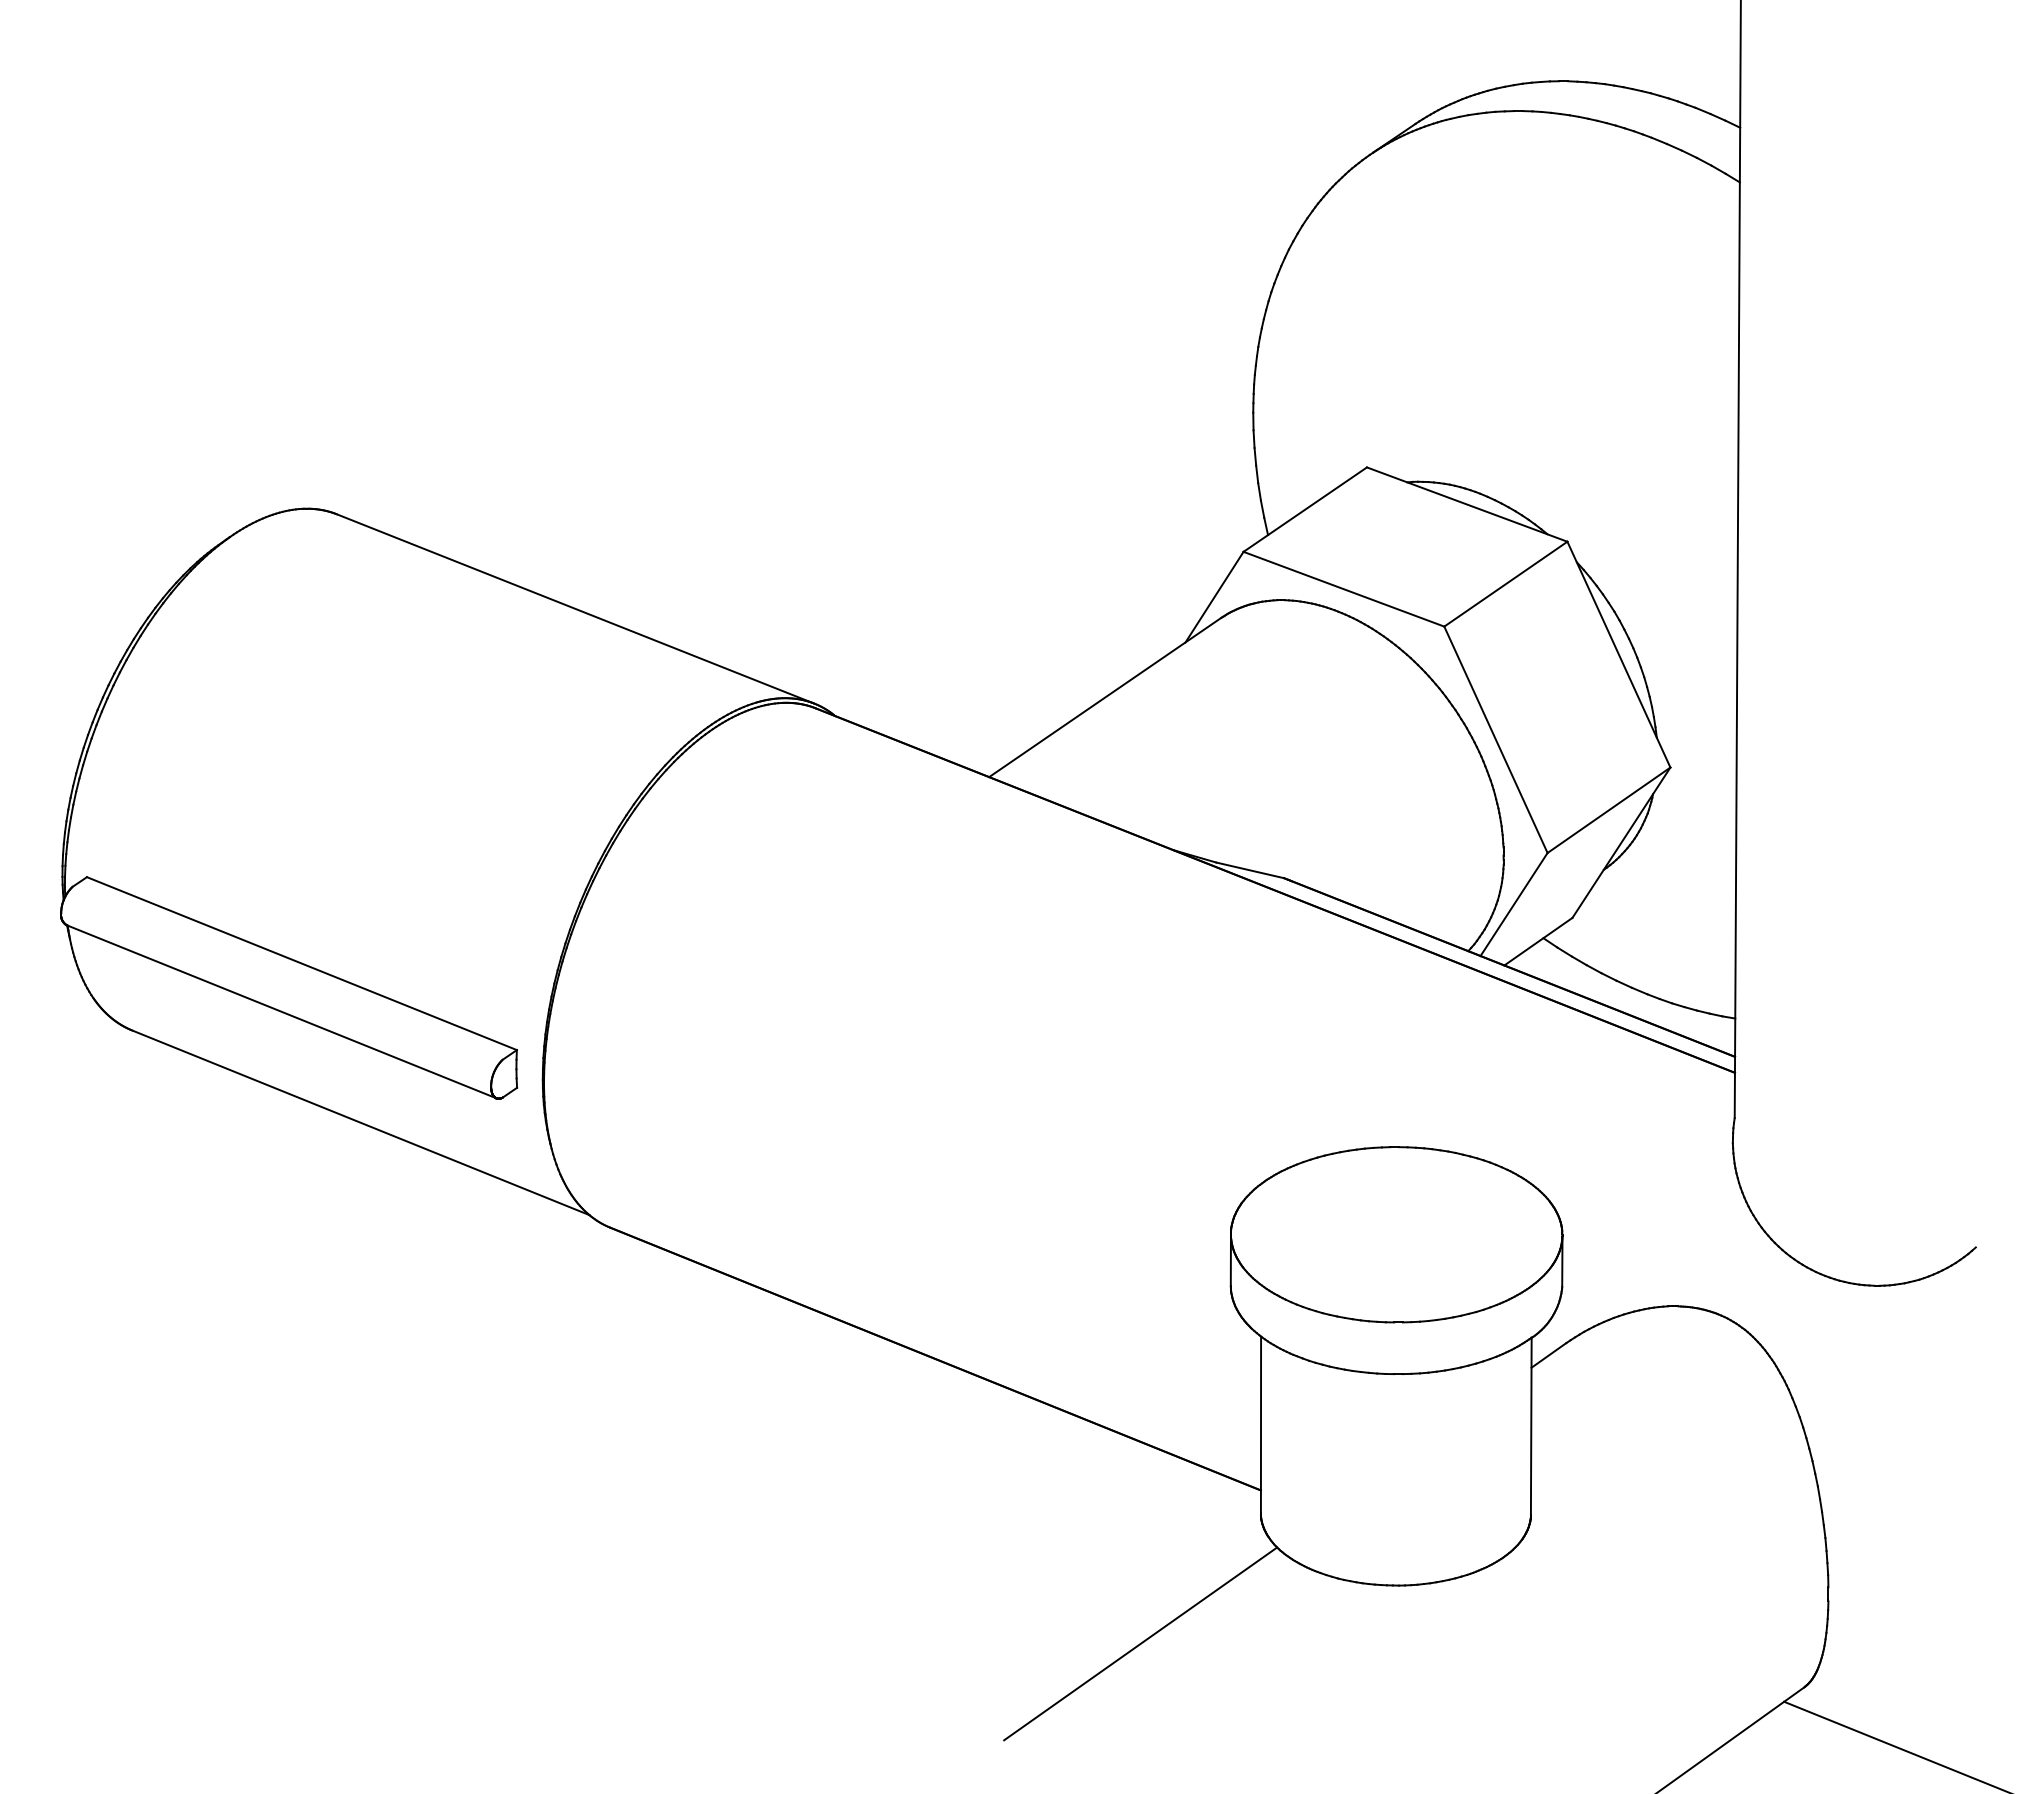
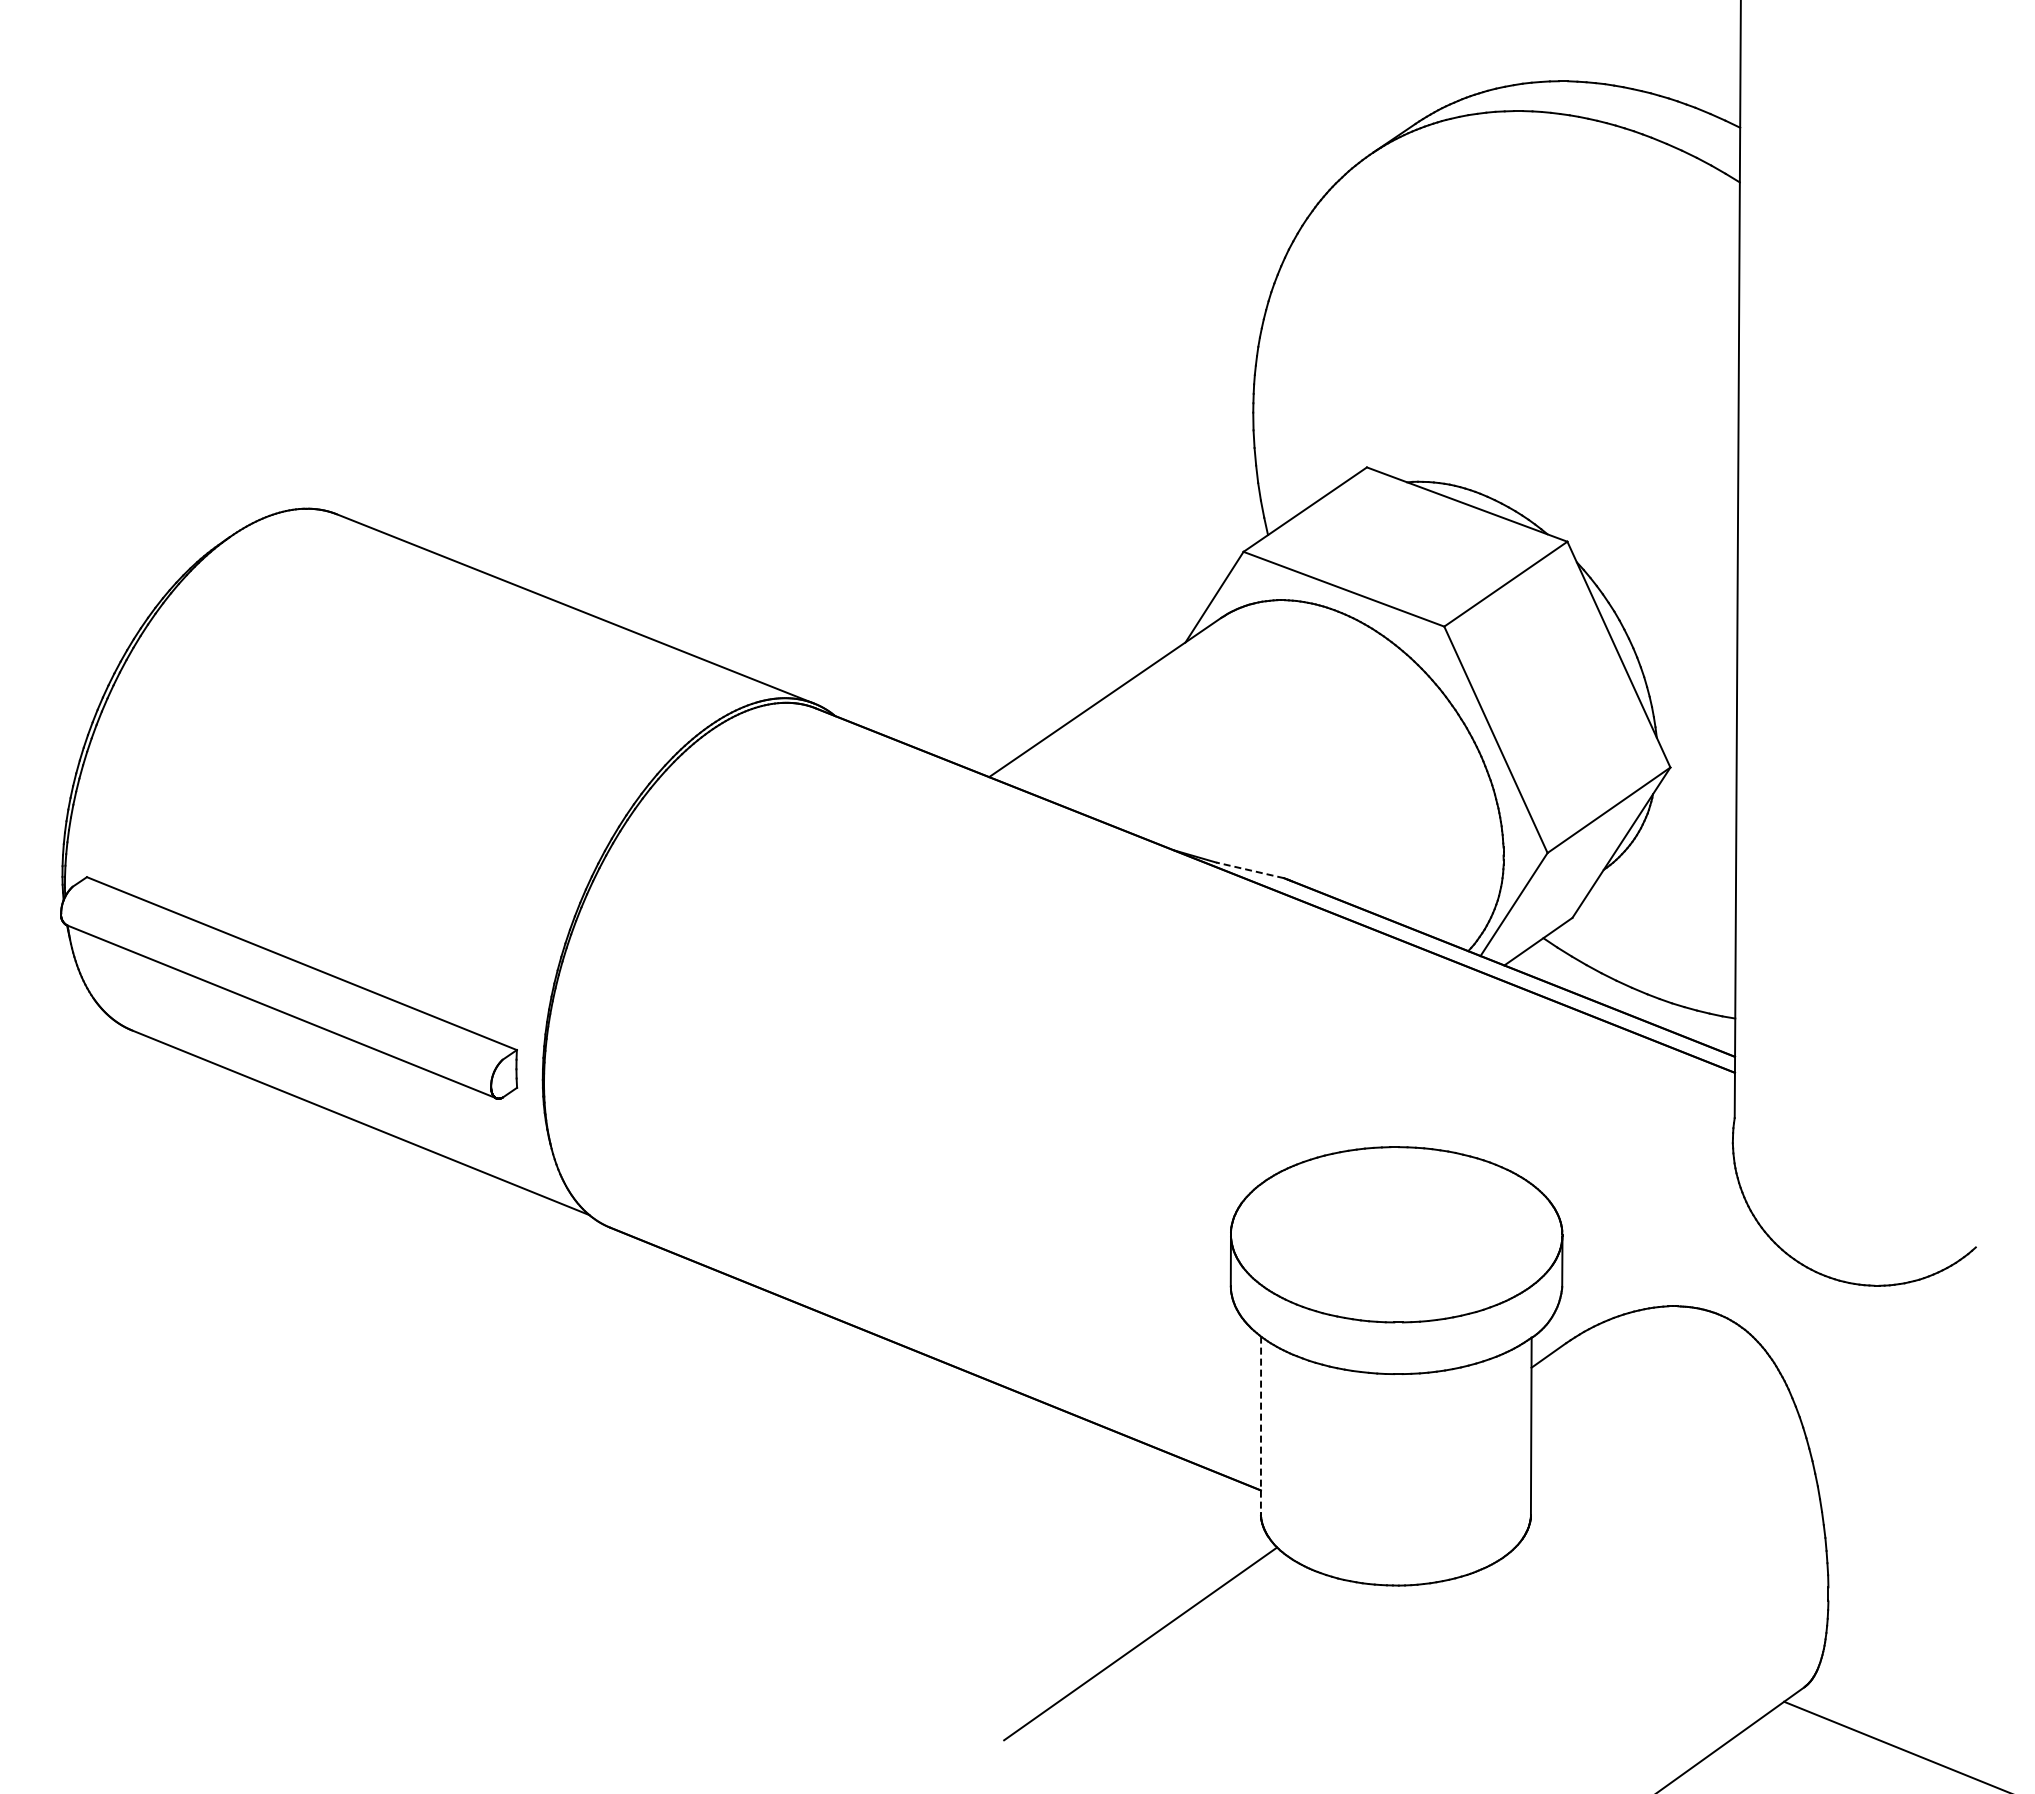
line at (1250, 870): solid -> dashed
line at (1261, 1425): solid -> dashed
